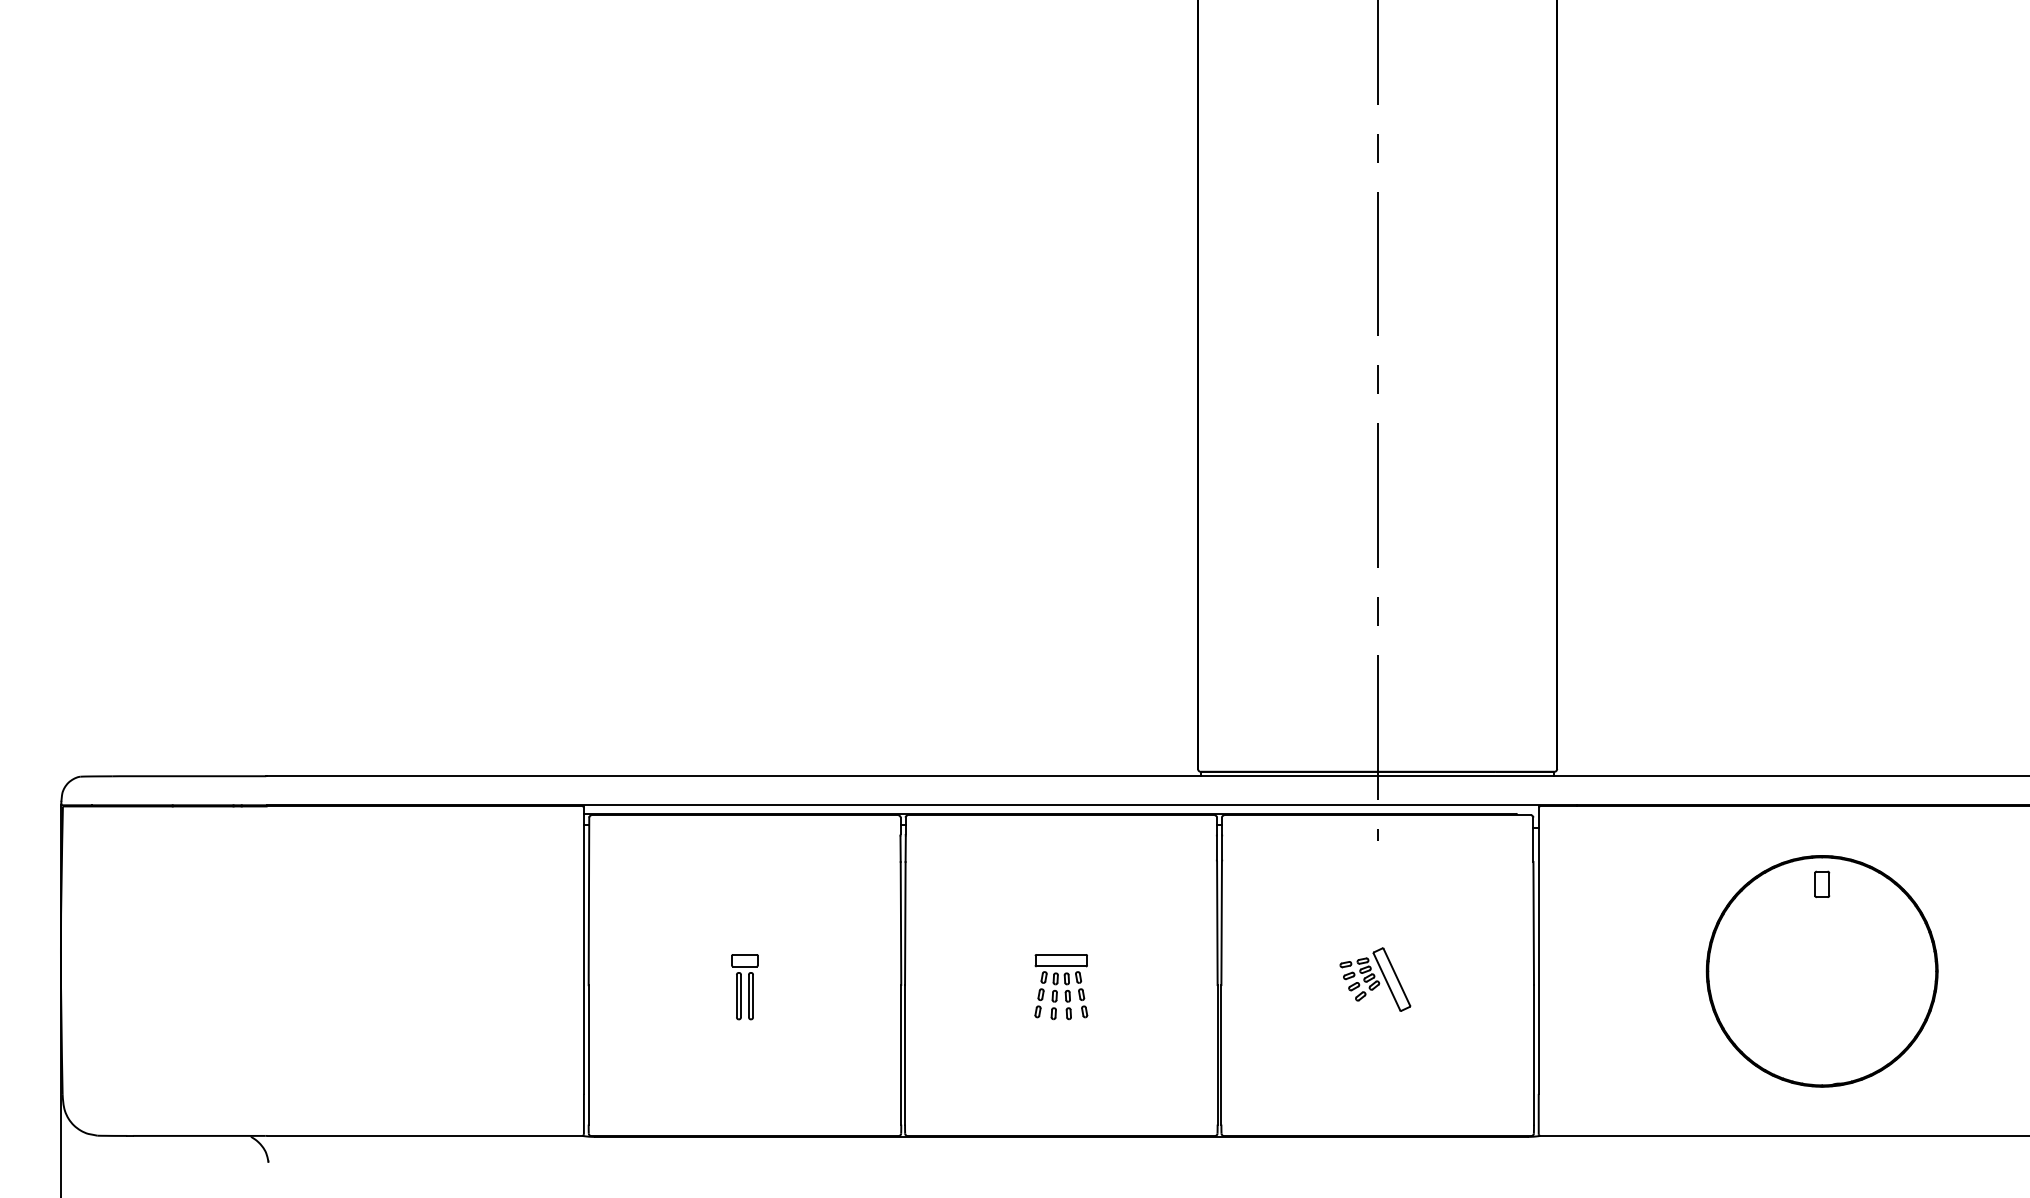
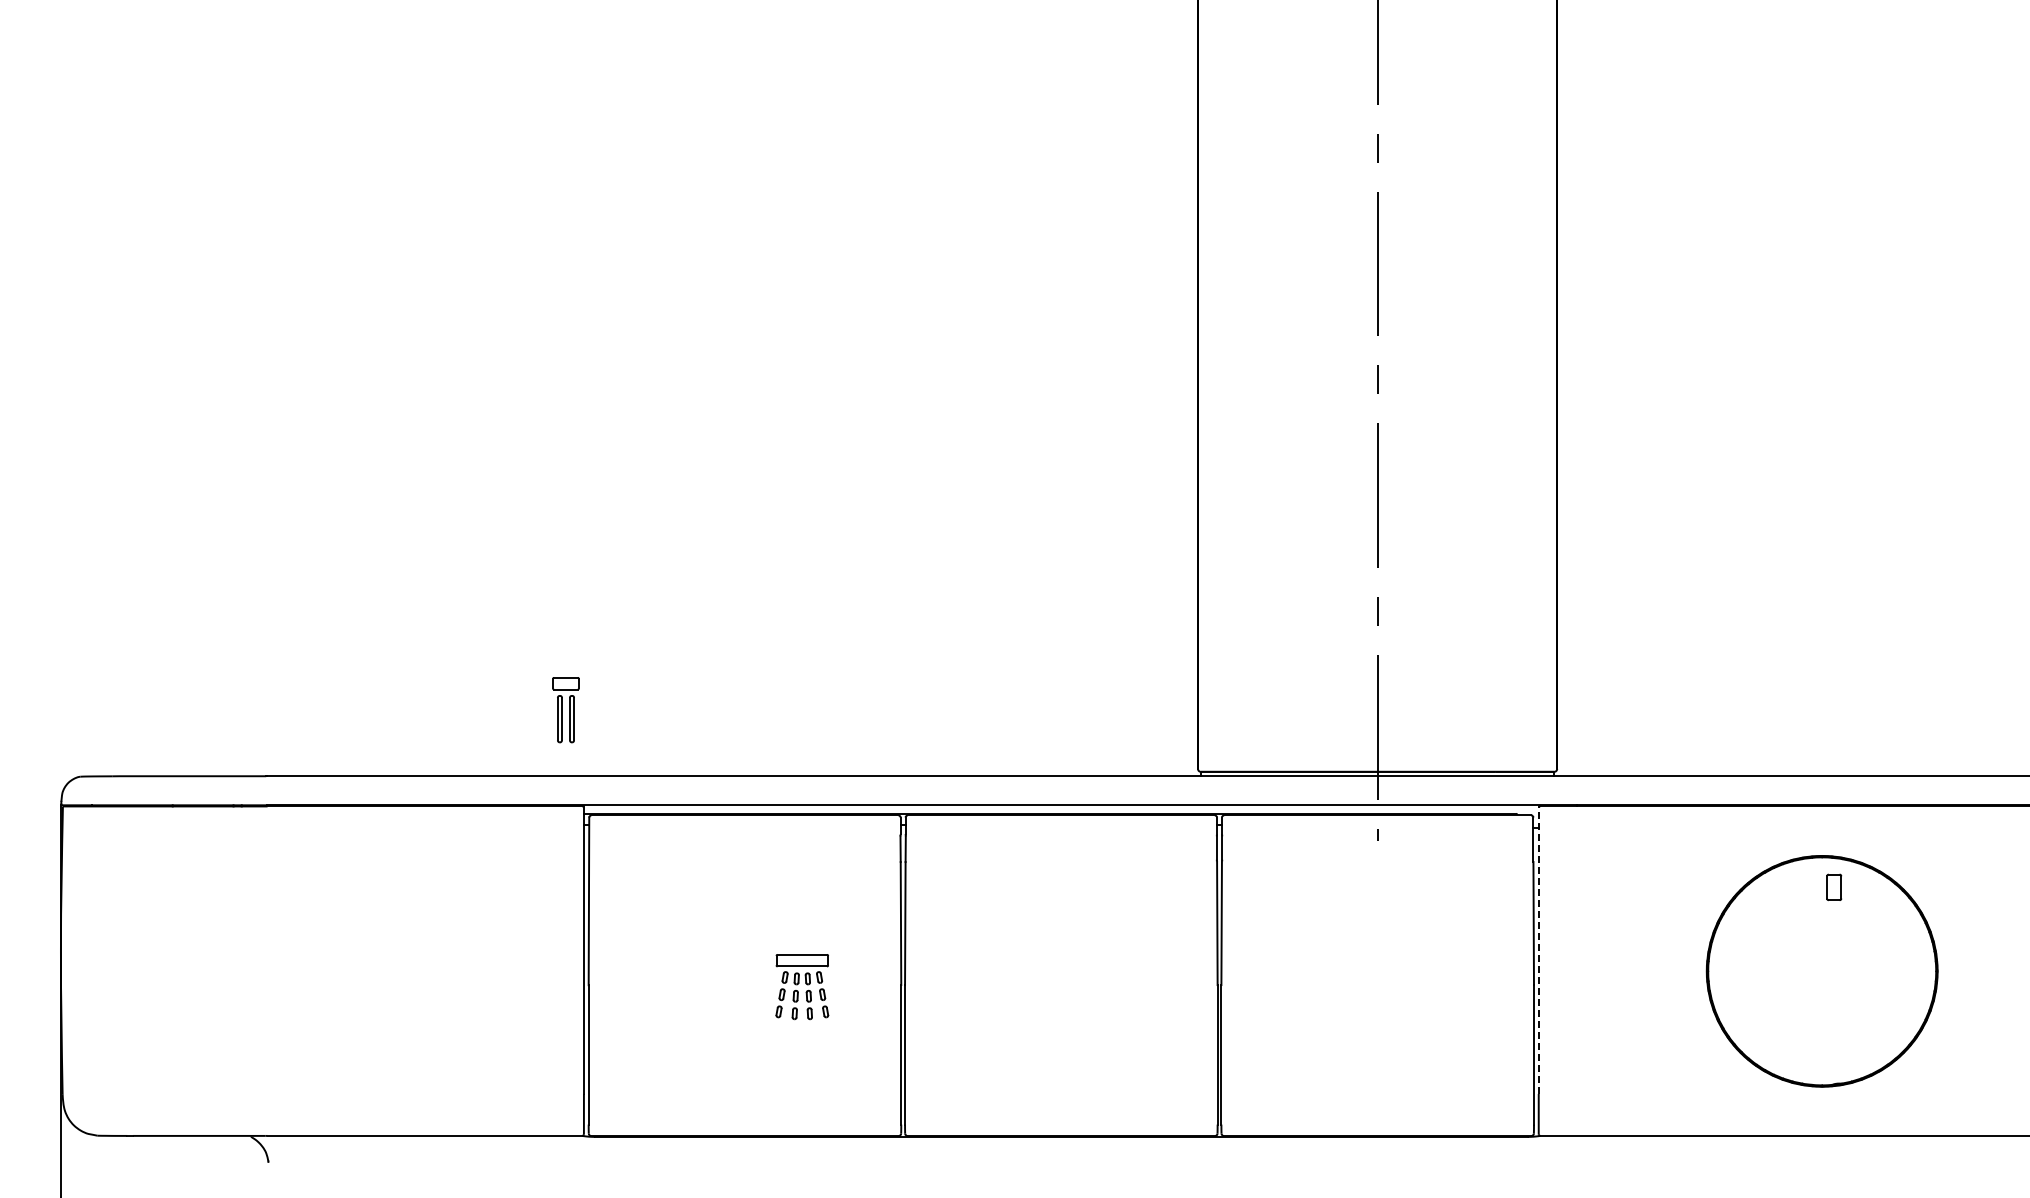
part at (1822, 884) position: (1822, 884) -> (1834, 887)
line at (1538, 950): solid -> dashed
part at (1375, 979): present -> none
part at (744, 987) position: (744, 987) -> (565, 710)
part at (1061, 987) position: (1061, 987) -> (802, 987)
